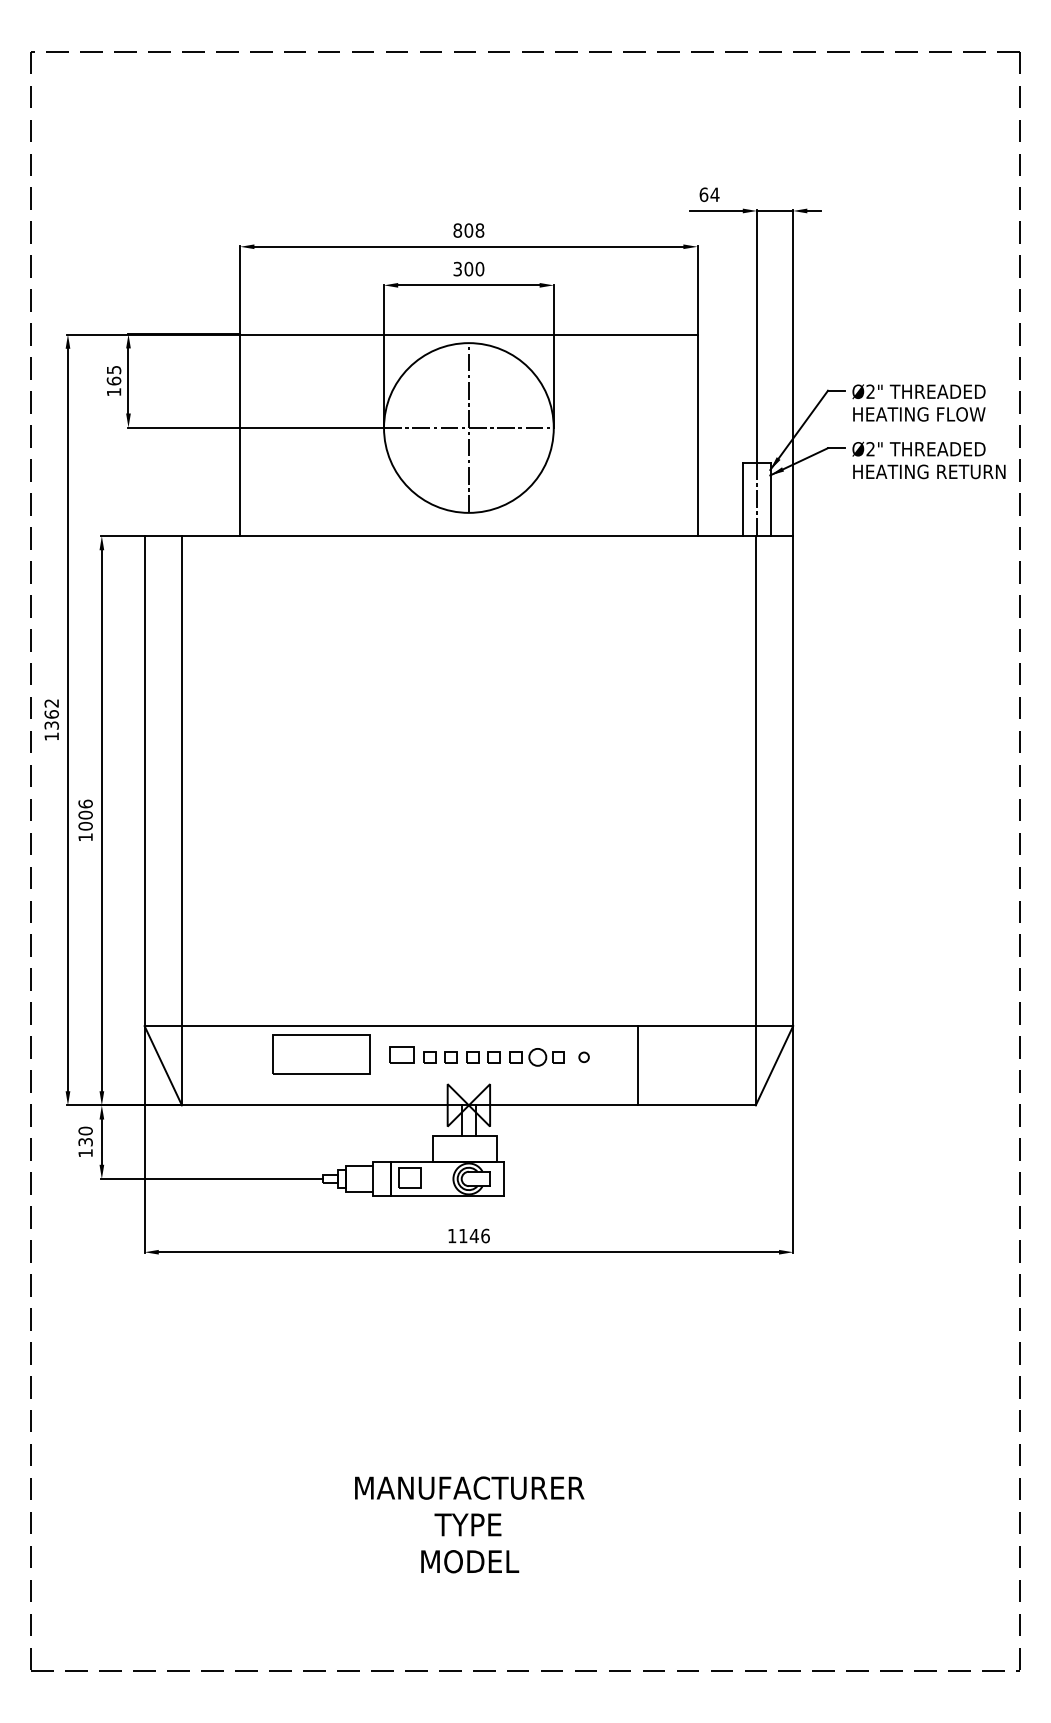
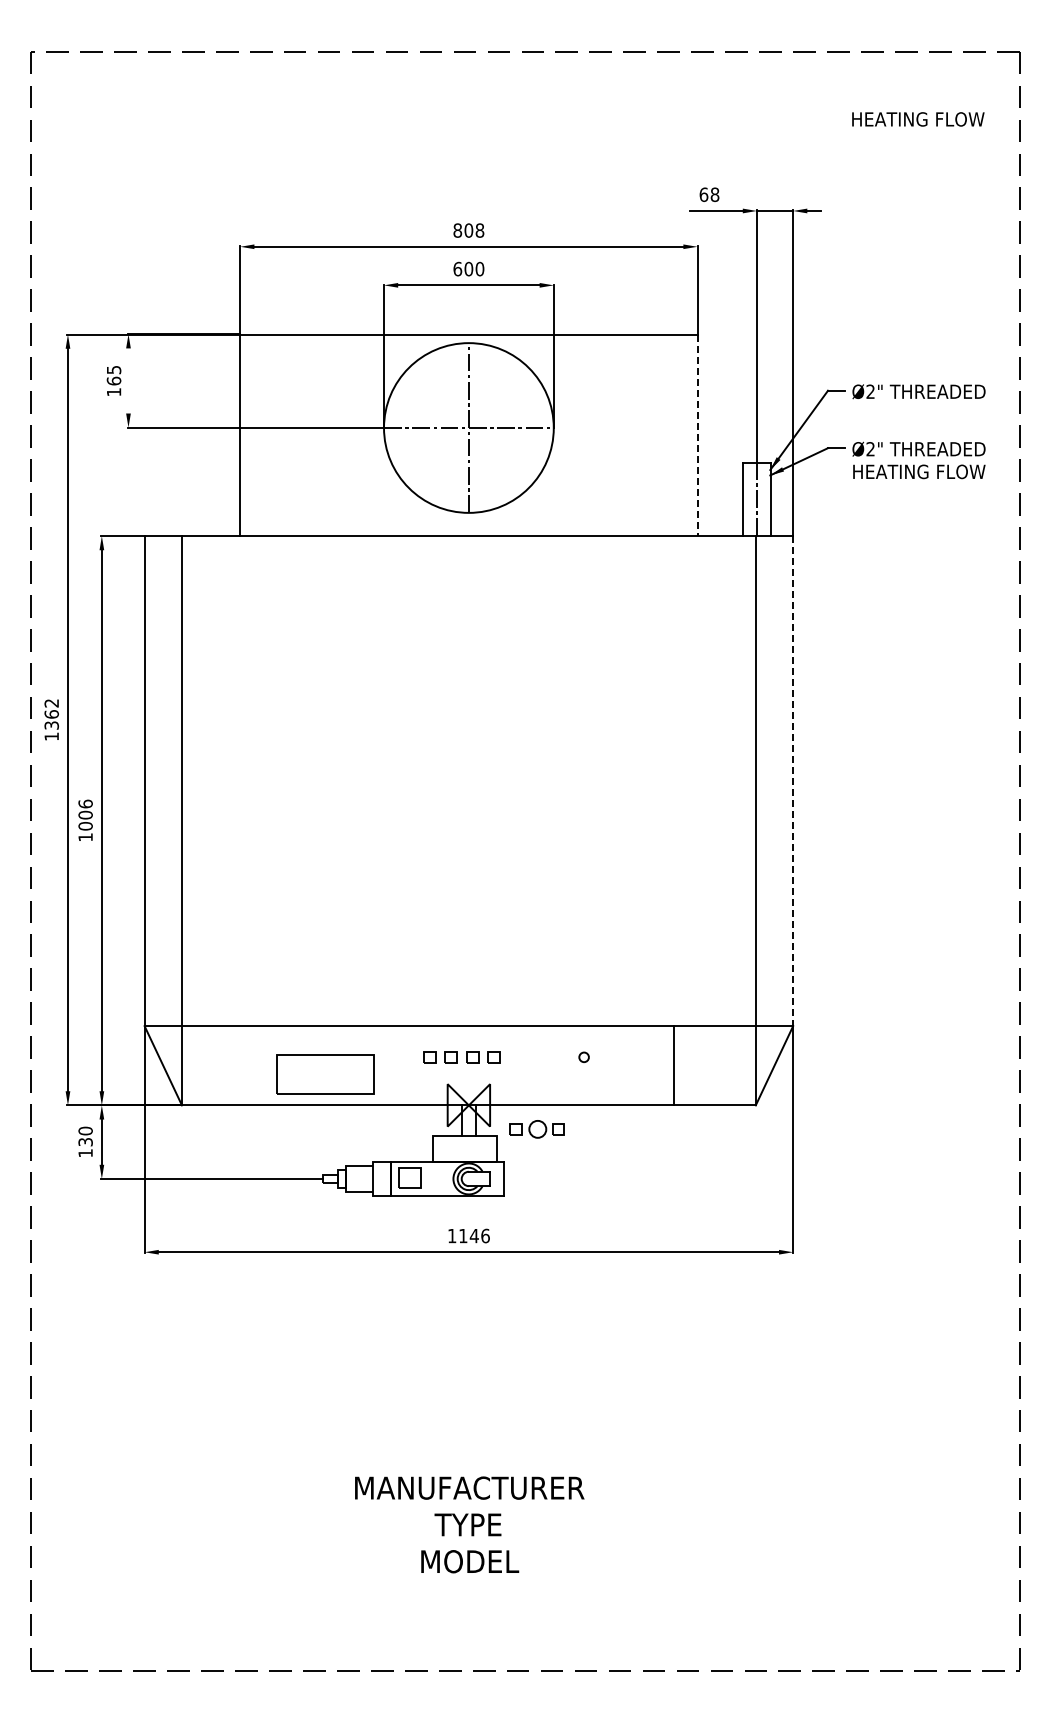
text at (714, 194): 64 -> 68
text at (457, 268): 300 -> 600
line at (128, 380): present -> none
text at (919, 414) position: (919, 414) -> (918, 119)
line at (697, 435): solid -> dashed
text at (972, 471): HEATING RETURN -> HEATING FLOW
line at (793, 781): solid -> dashed
part at (321, 1054) position: (321, 1054) -> (325, 1074)
part at (401, 1054): present -> none
part at (536, 1057) position: (536, 1057) -> (536, 1129)
line at (638, 1065) position: (638, 1065) -> (674, 1065)
